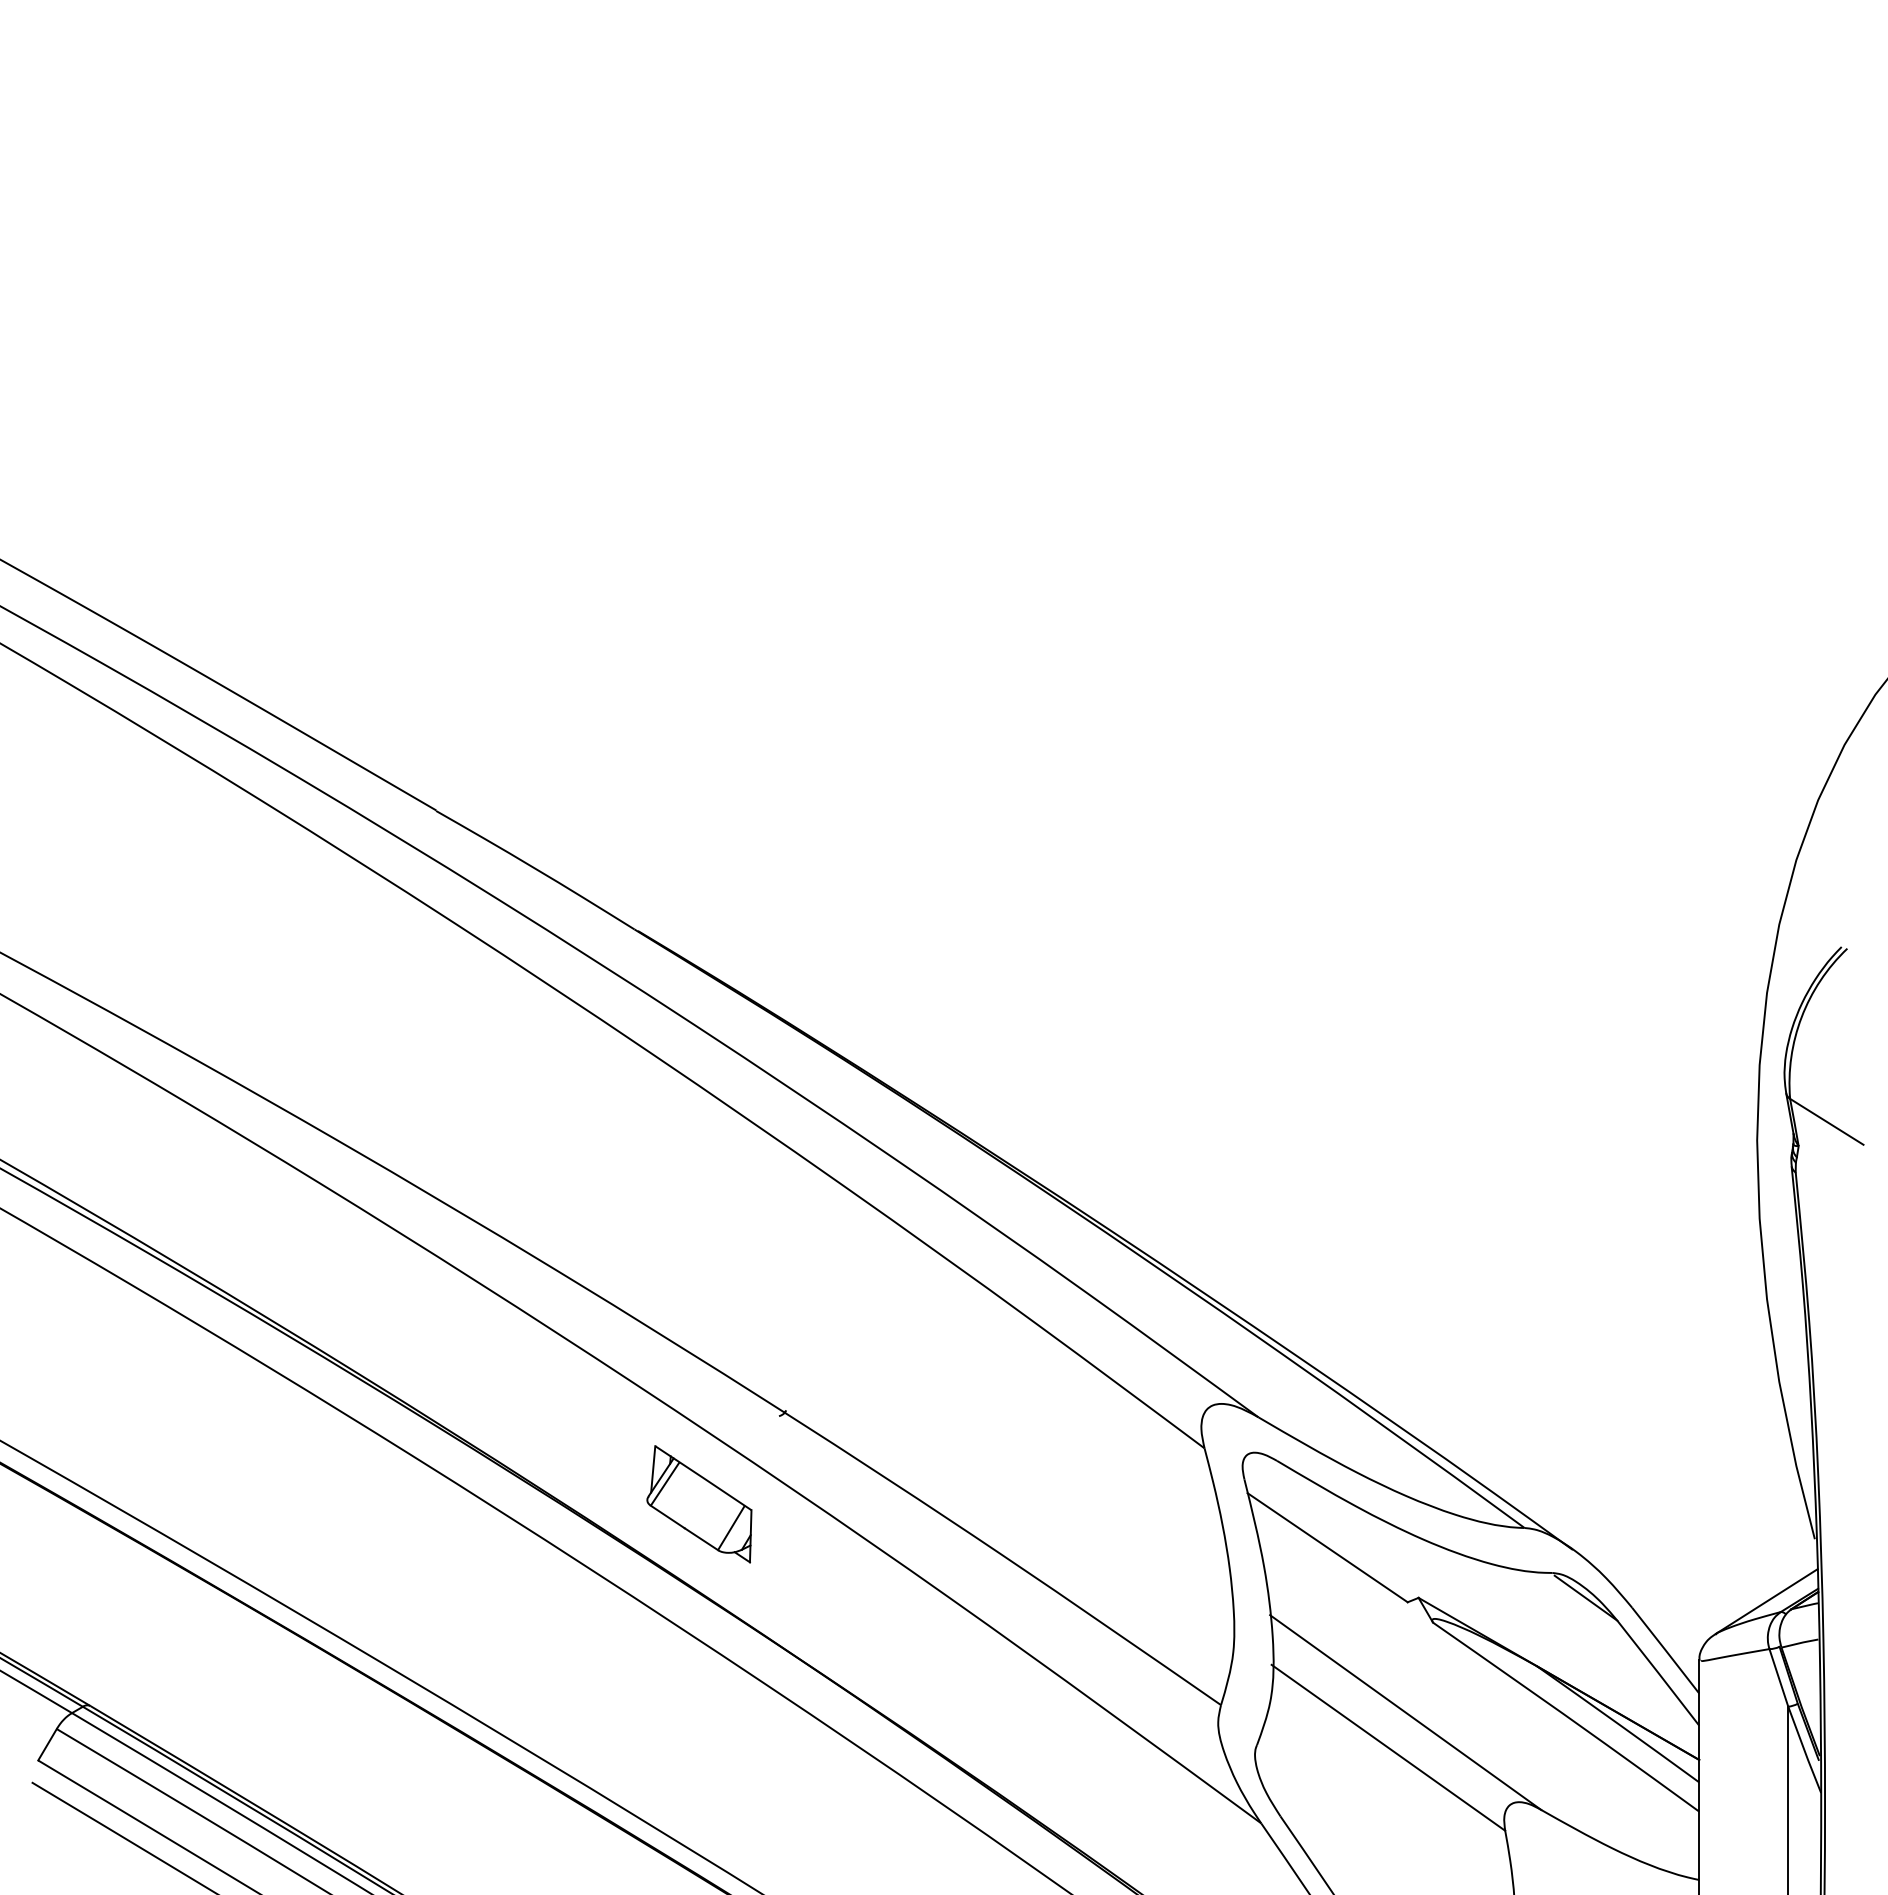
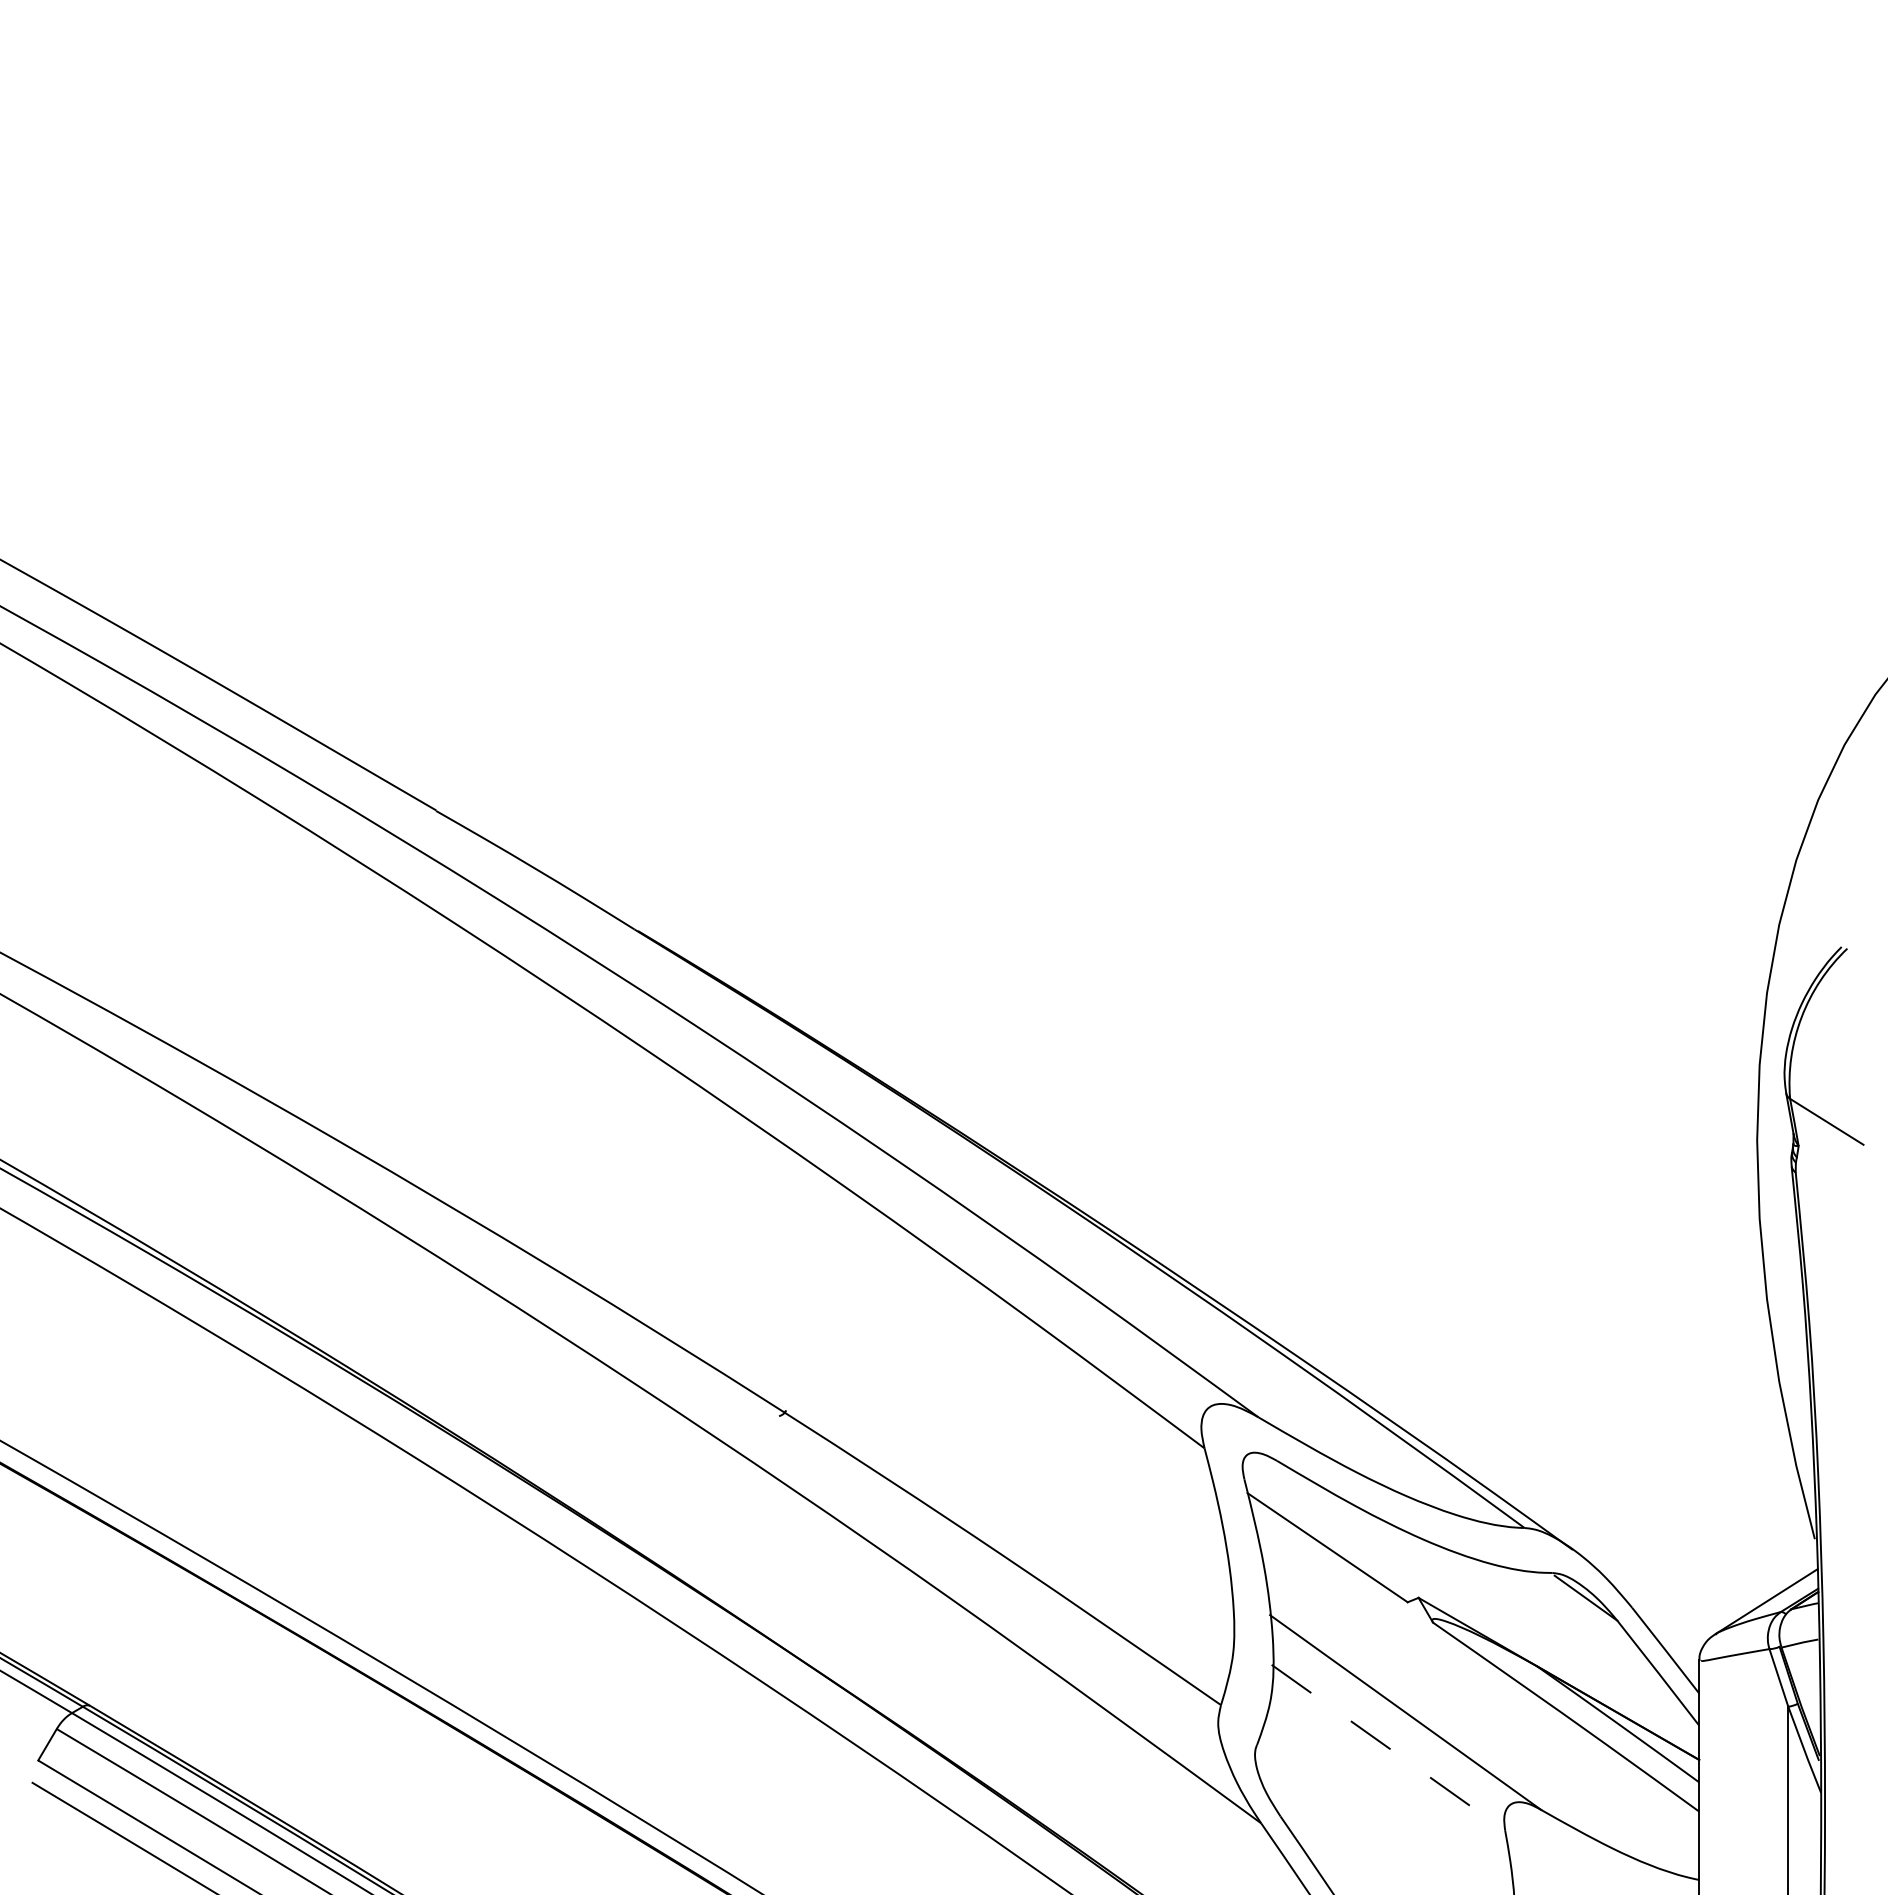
part at (699, 1504): present -> none
line at (1388, 1748): solid -> dashed
